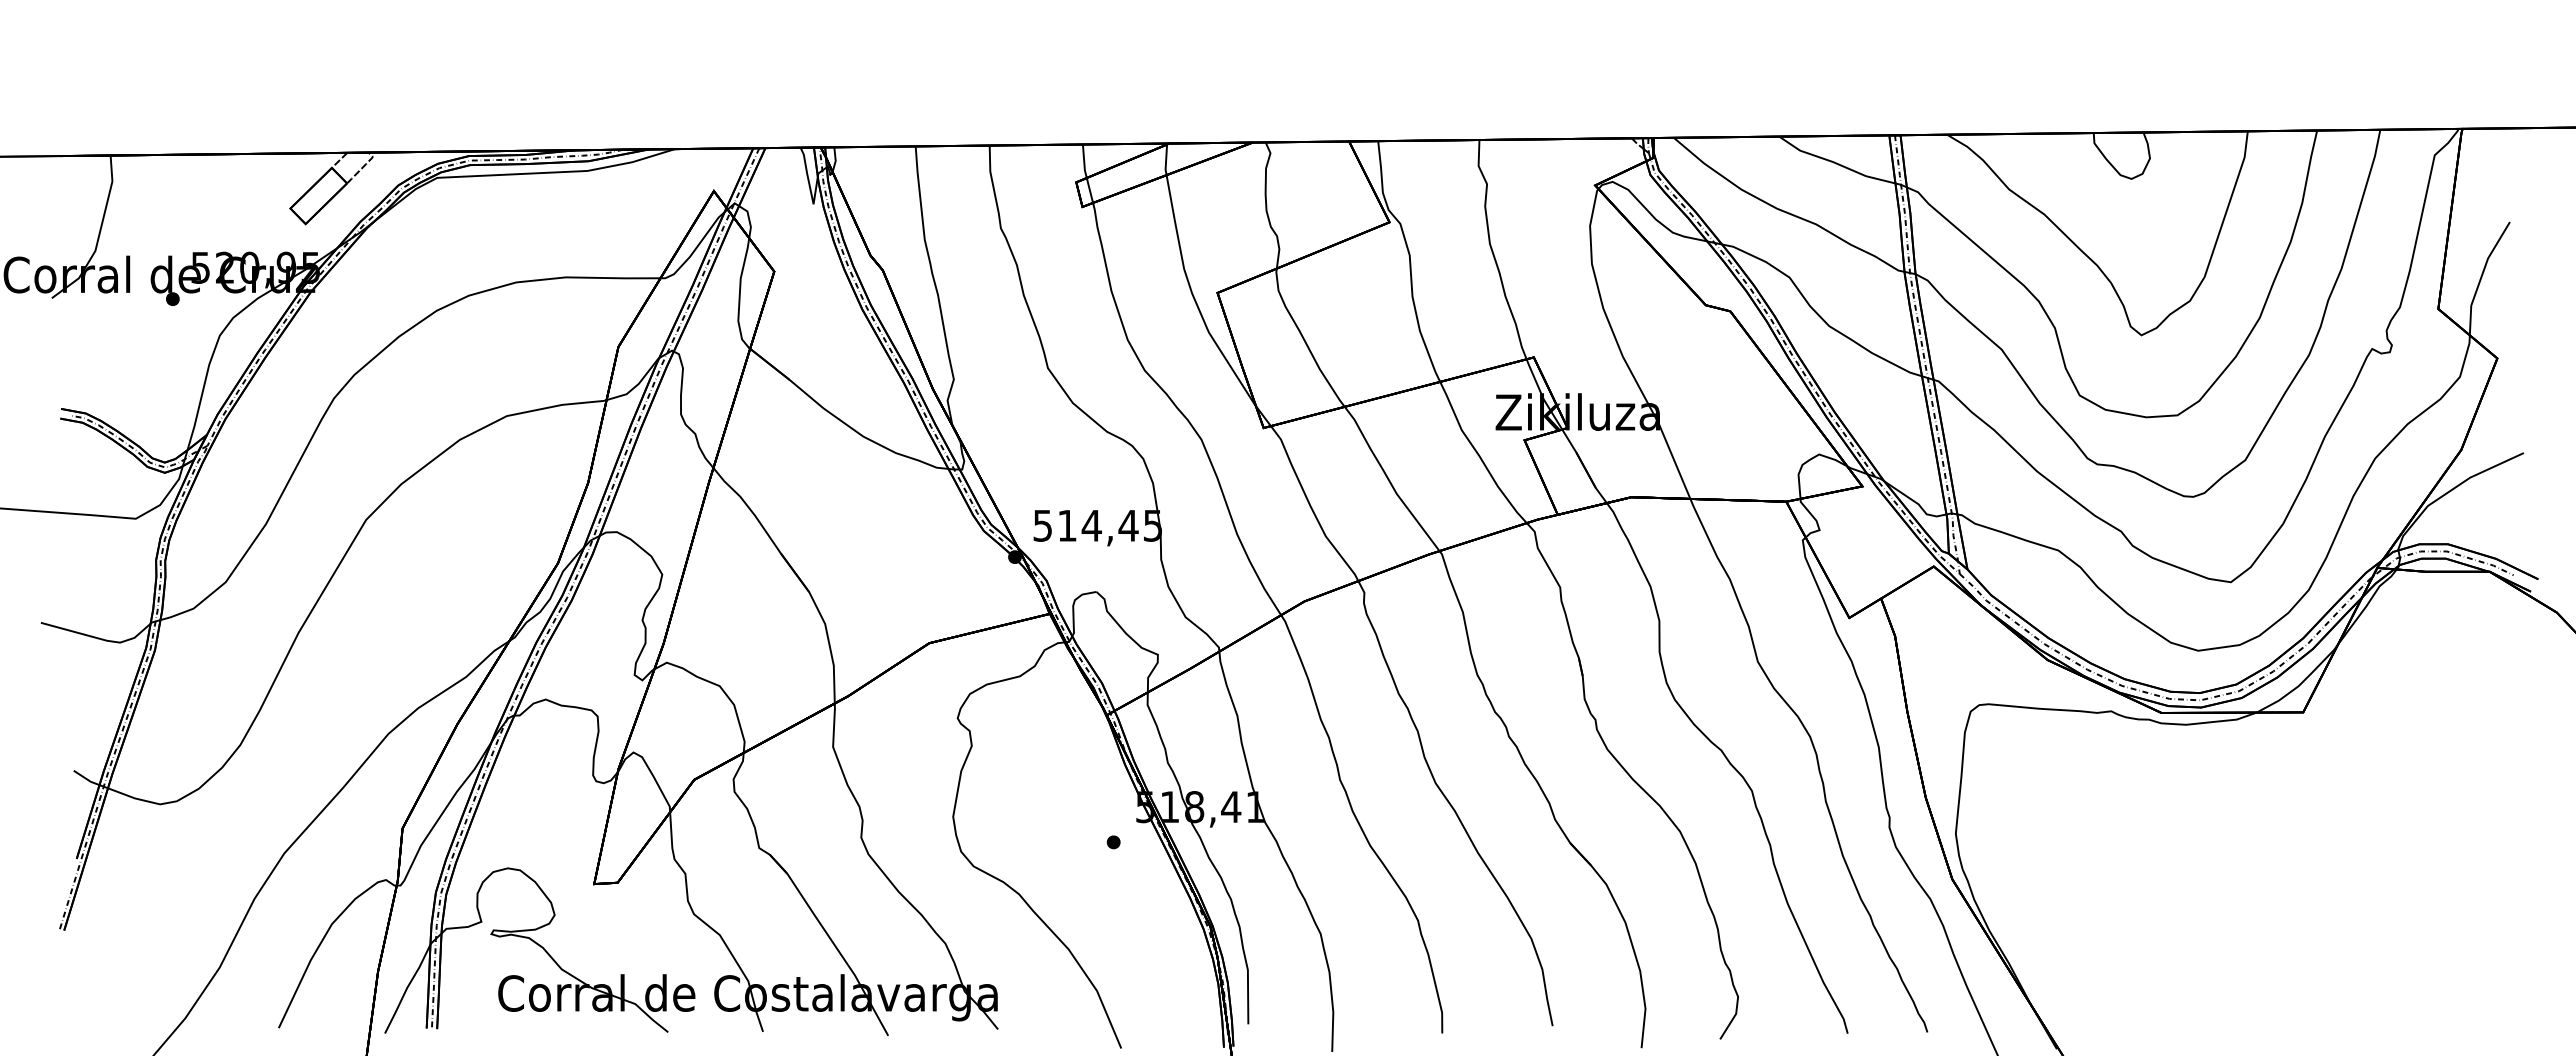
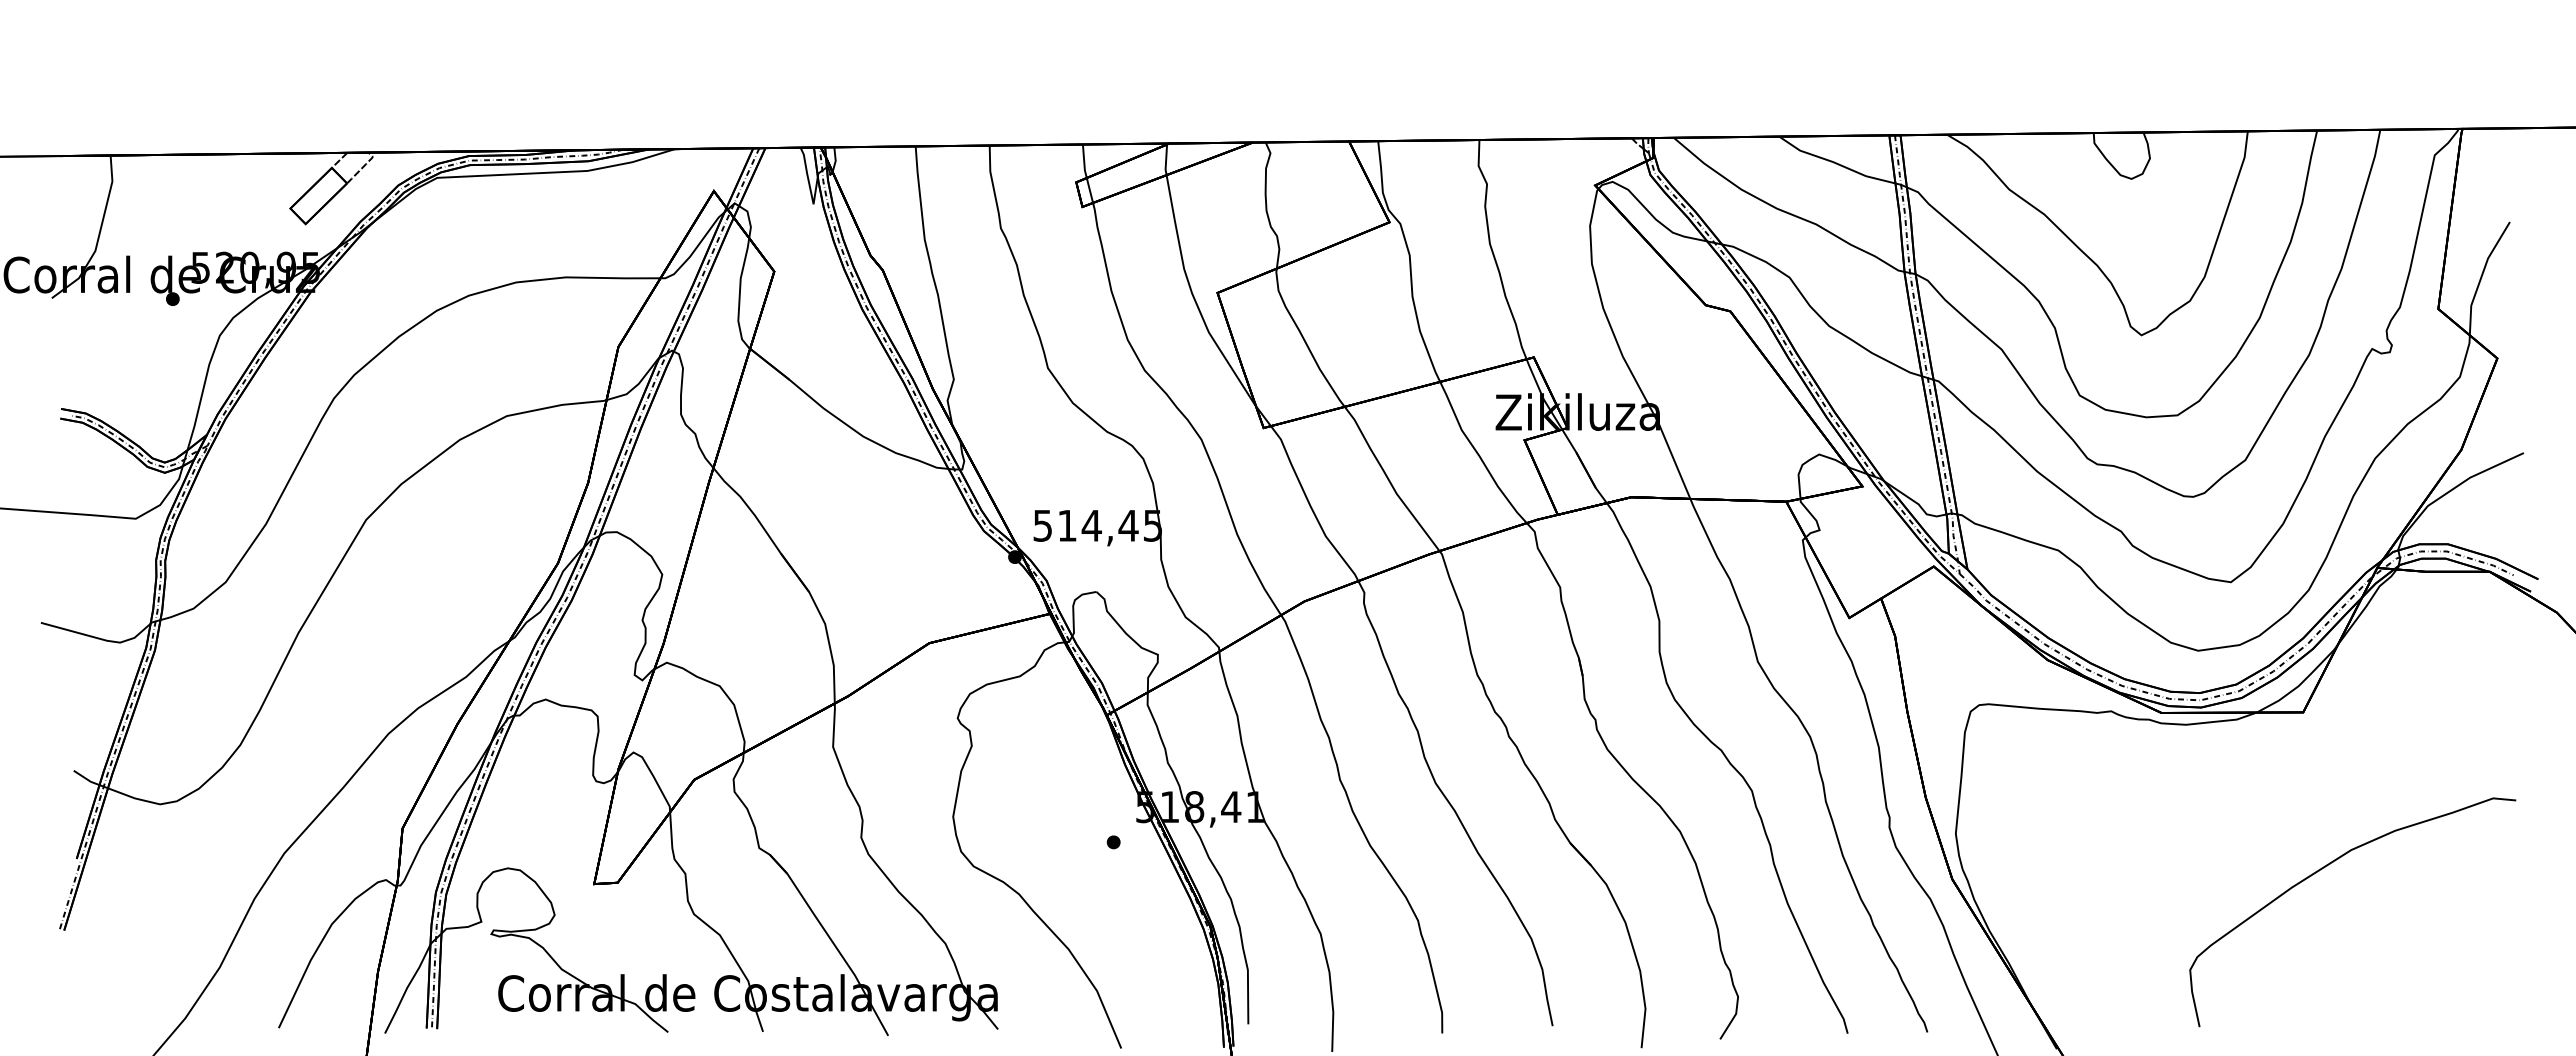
curve at (2324, 868): none -> present
